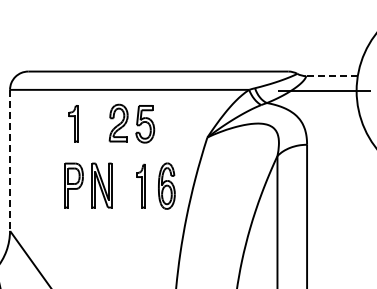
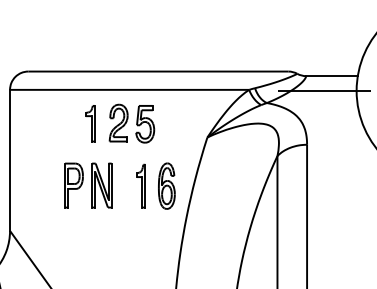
line at (332, 76): dashed -> solid
part at (73, 123) position: (73, 123) -> (90, 123)
line at (10, 160): dashed -> solid
